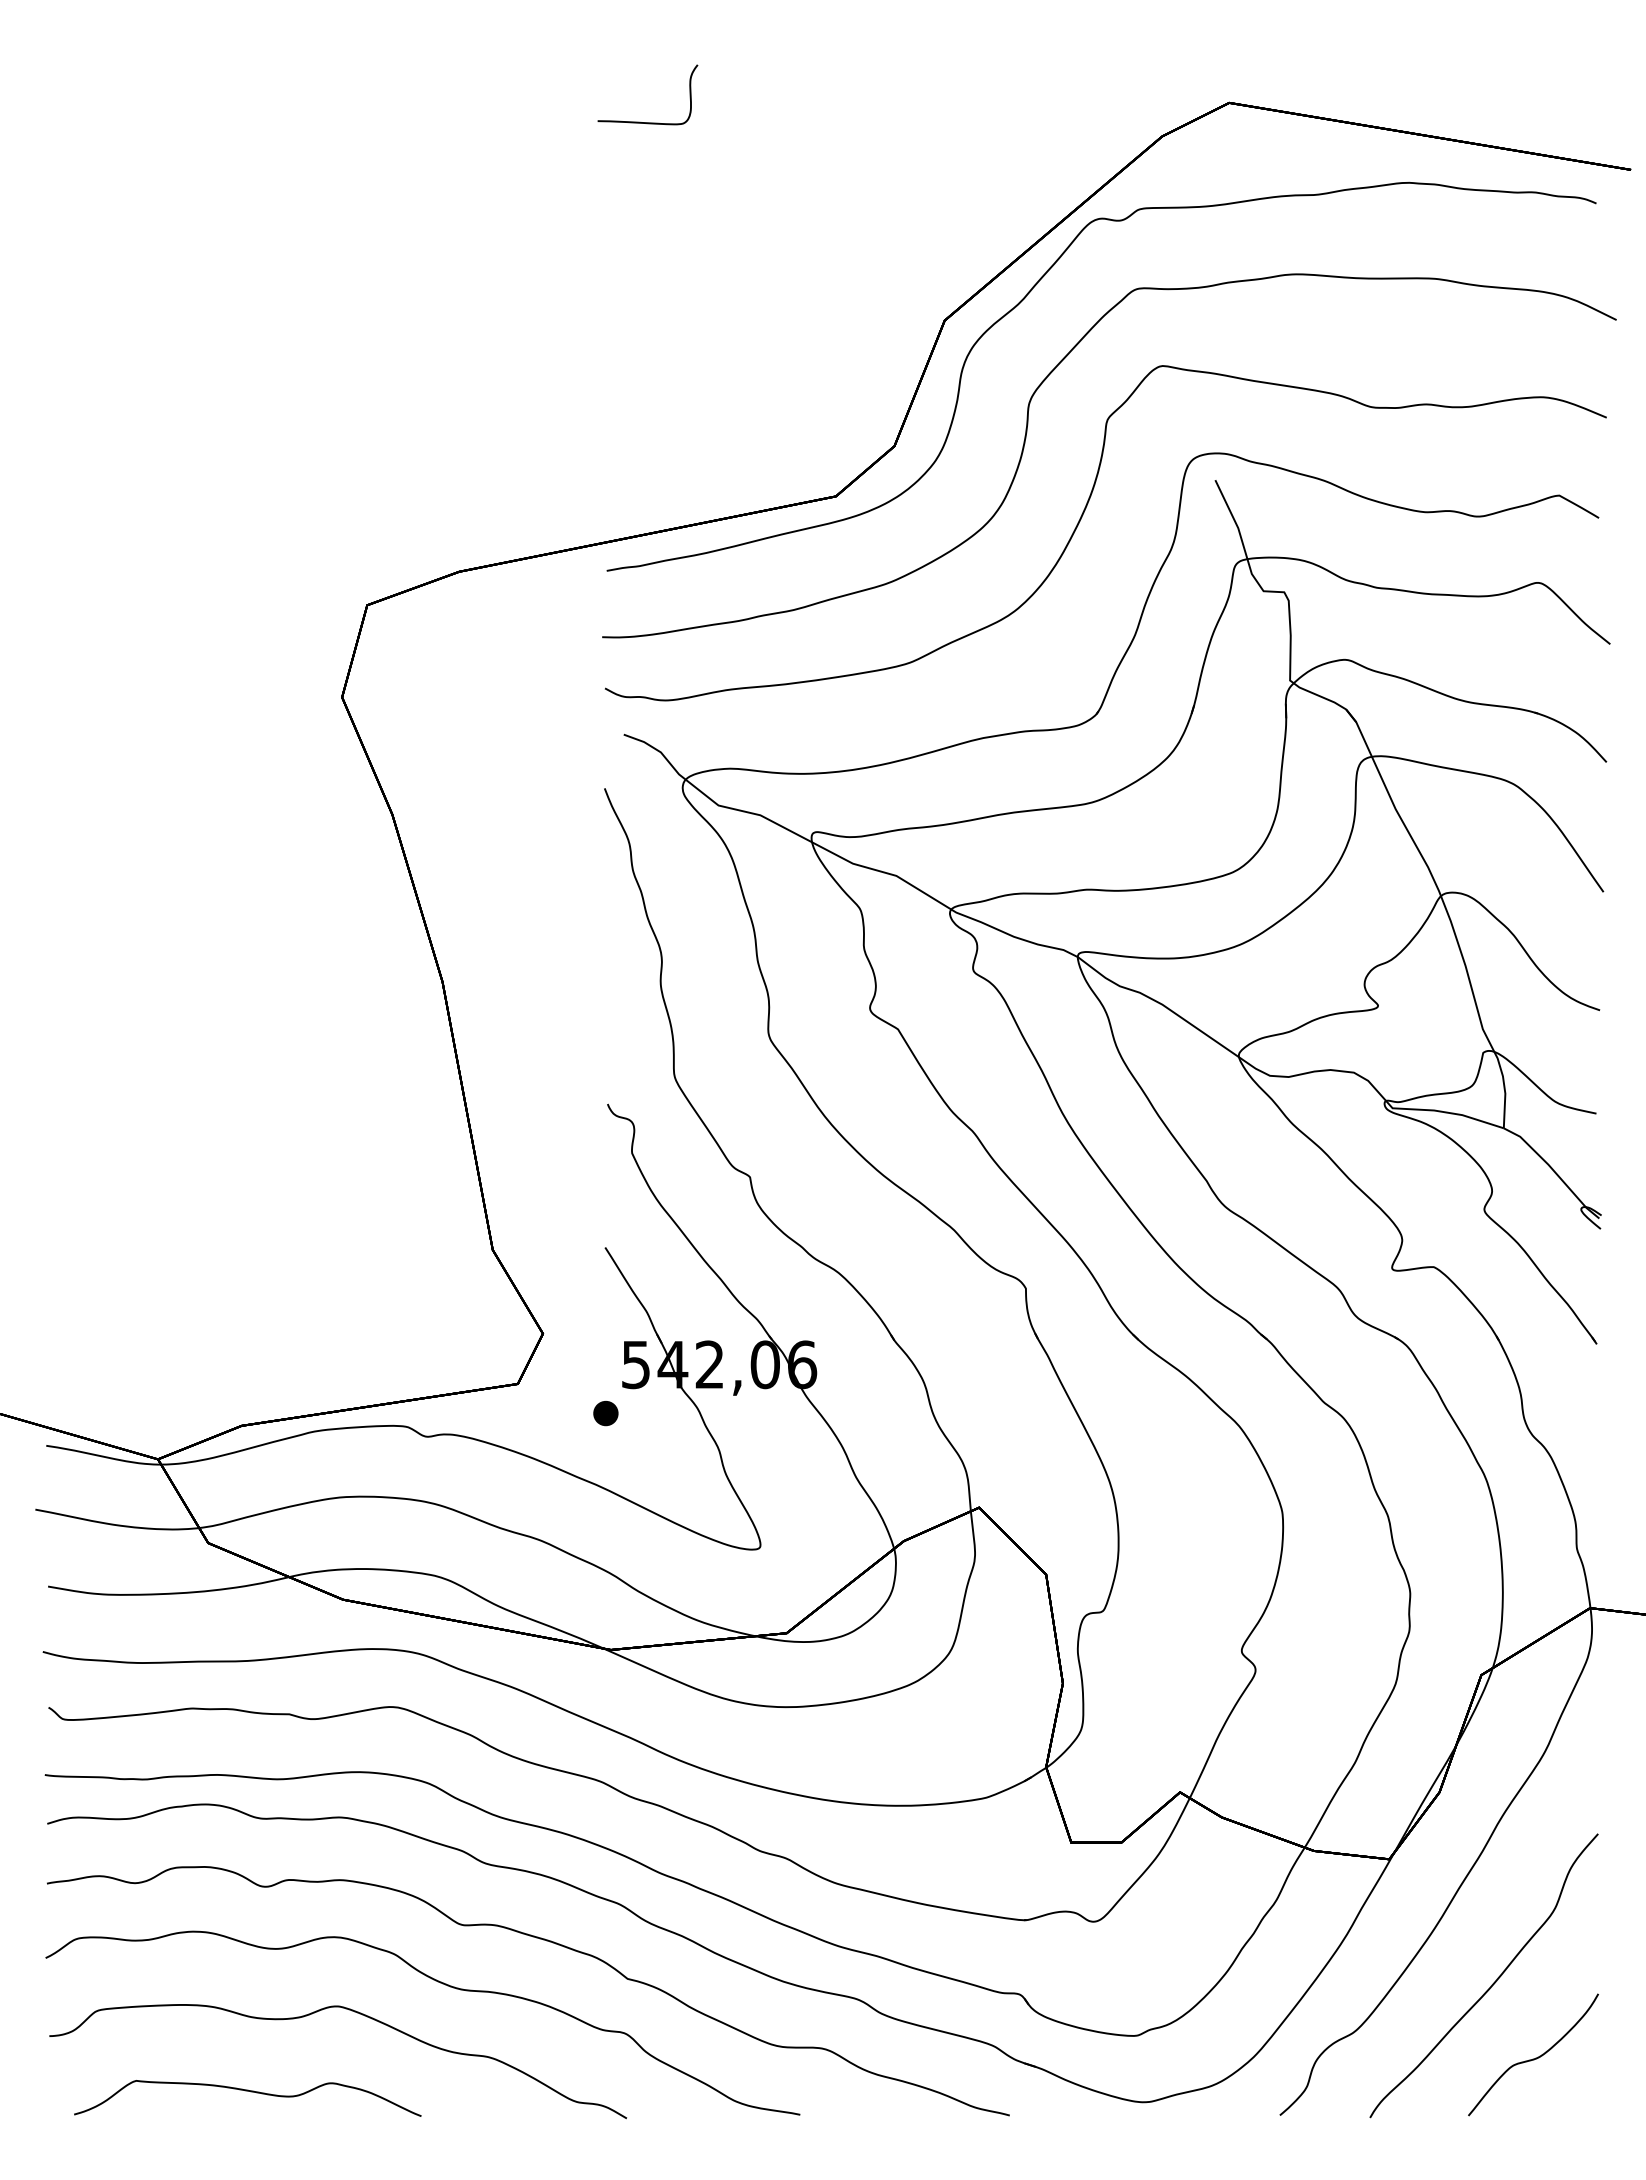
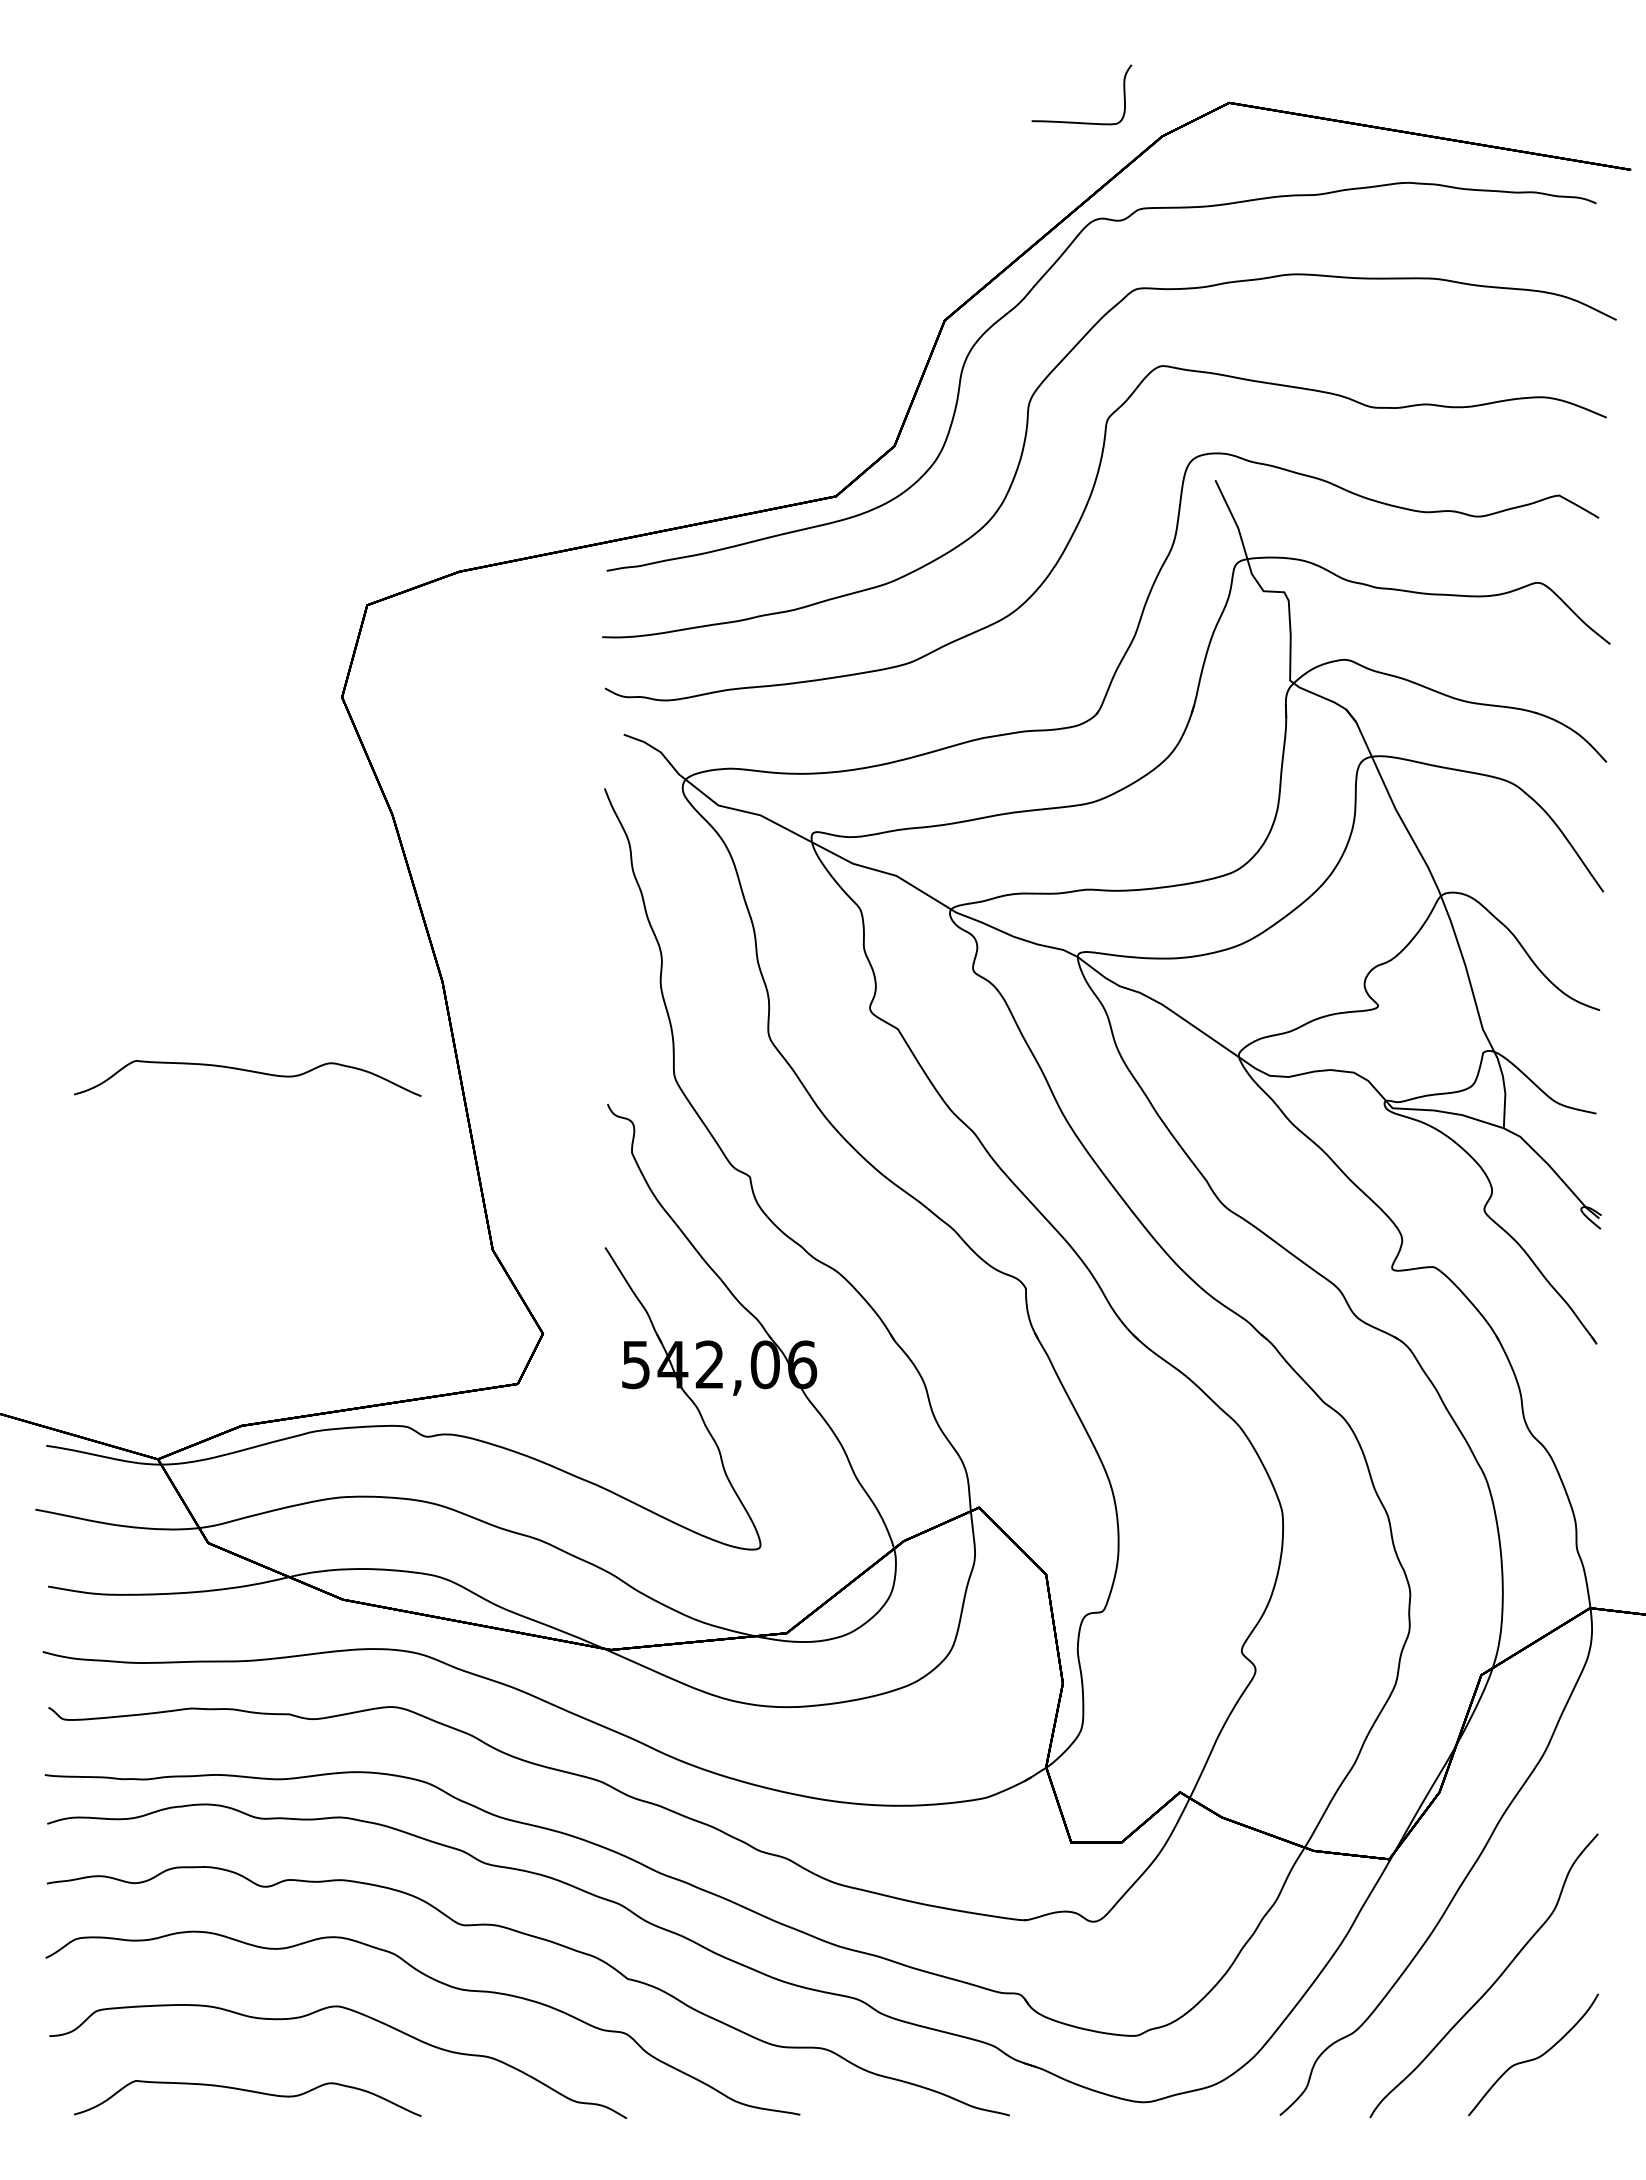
curve at (640, 121) position: (640, 121) -> (1074, 121)
part at (250, 1072): none -> present
part at (605, 1413): present -> none
